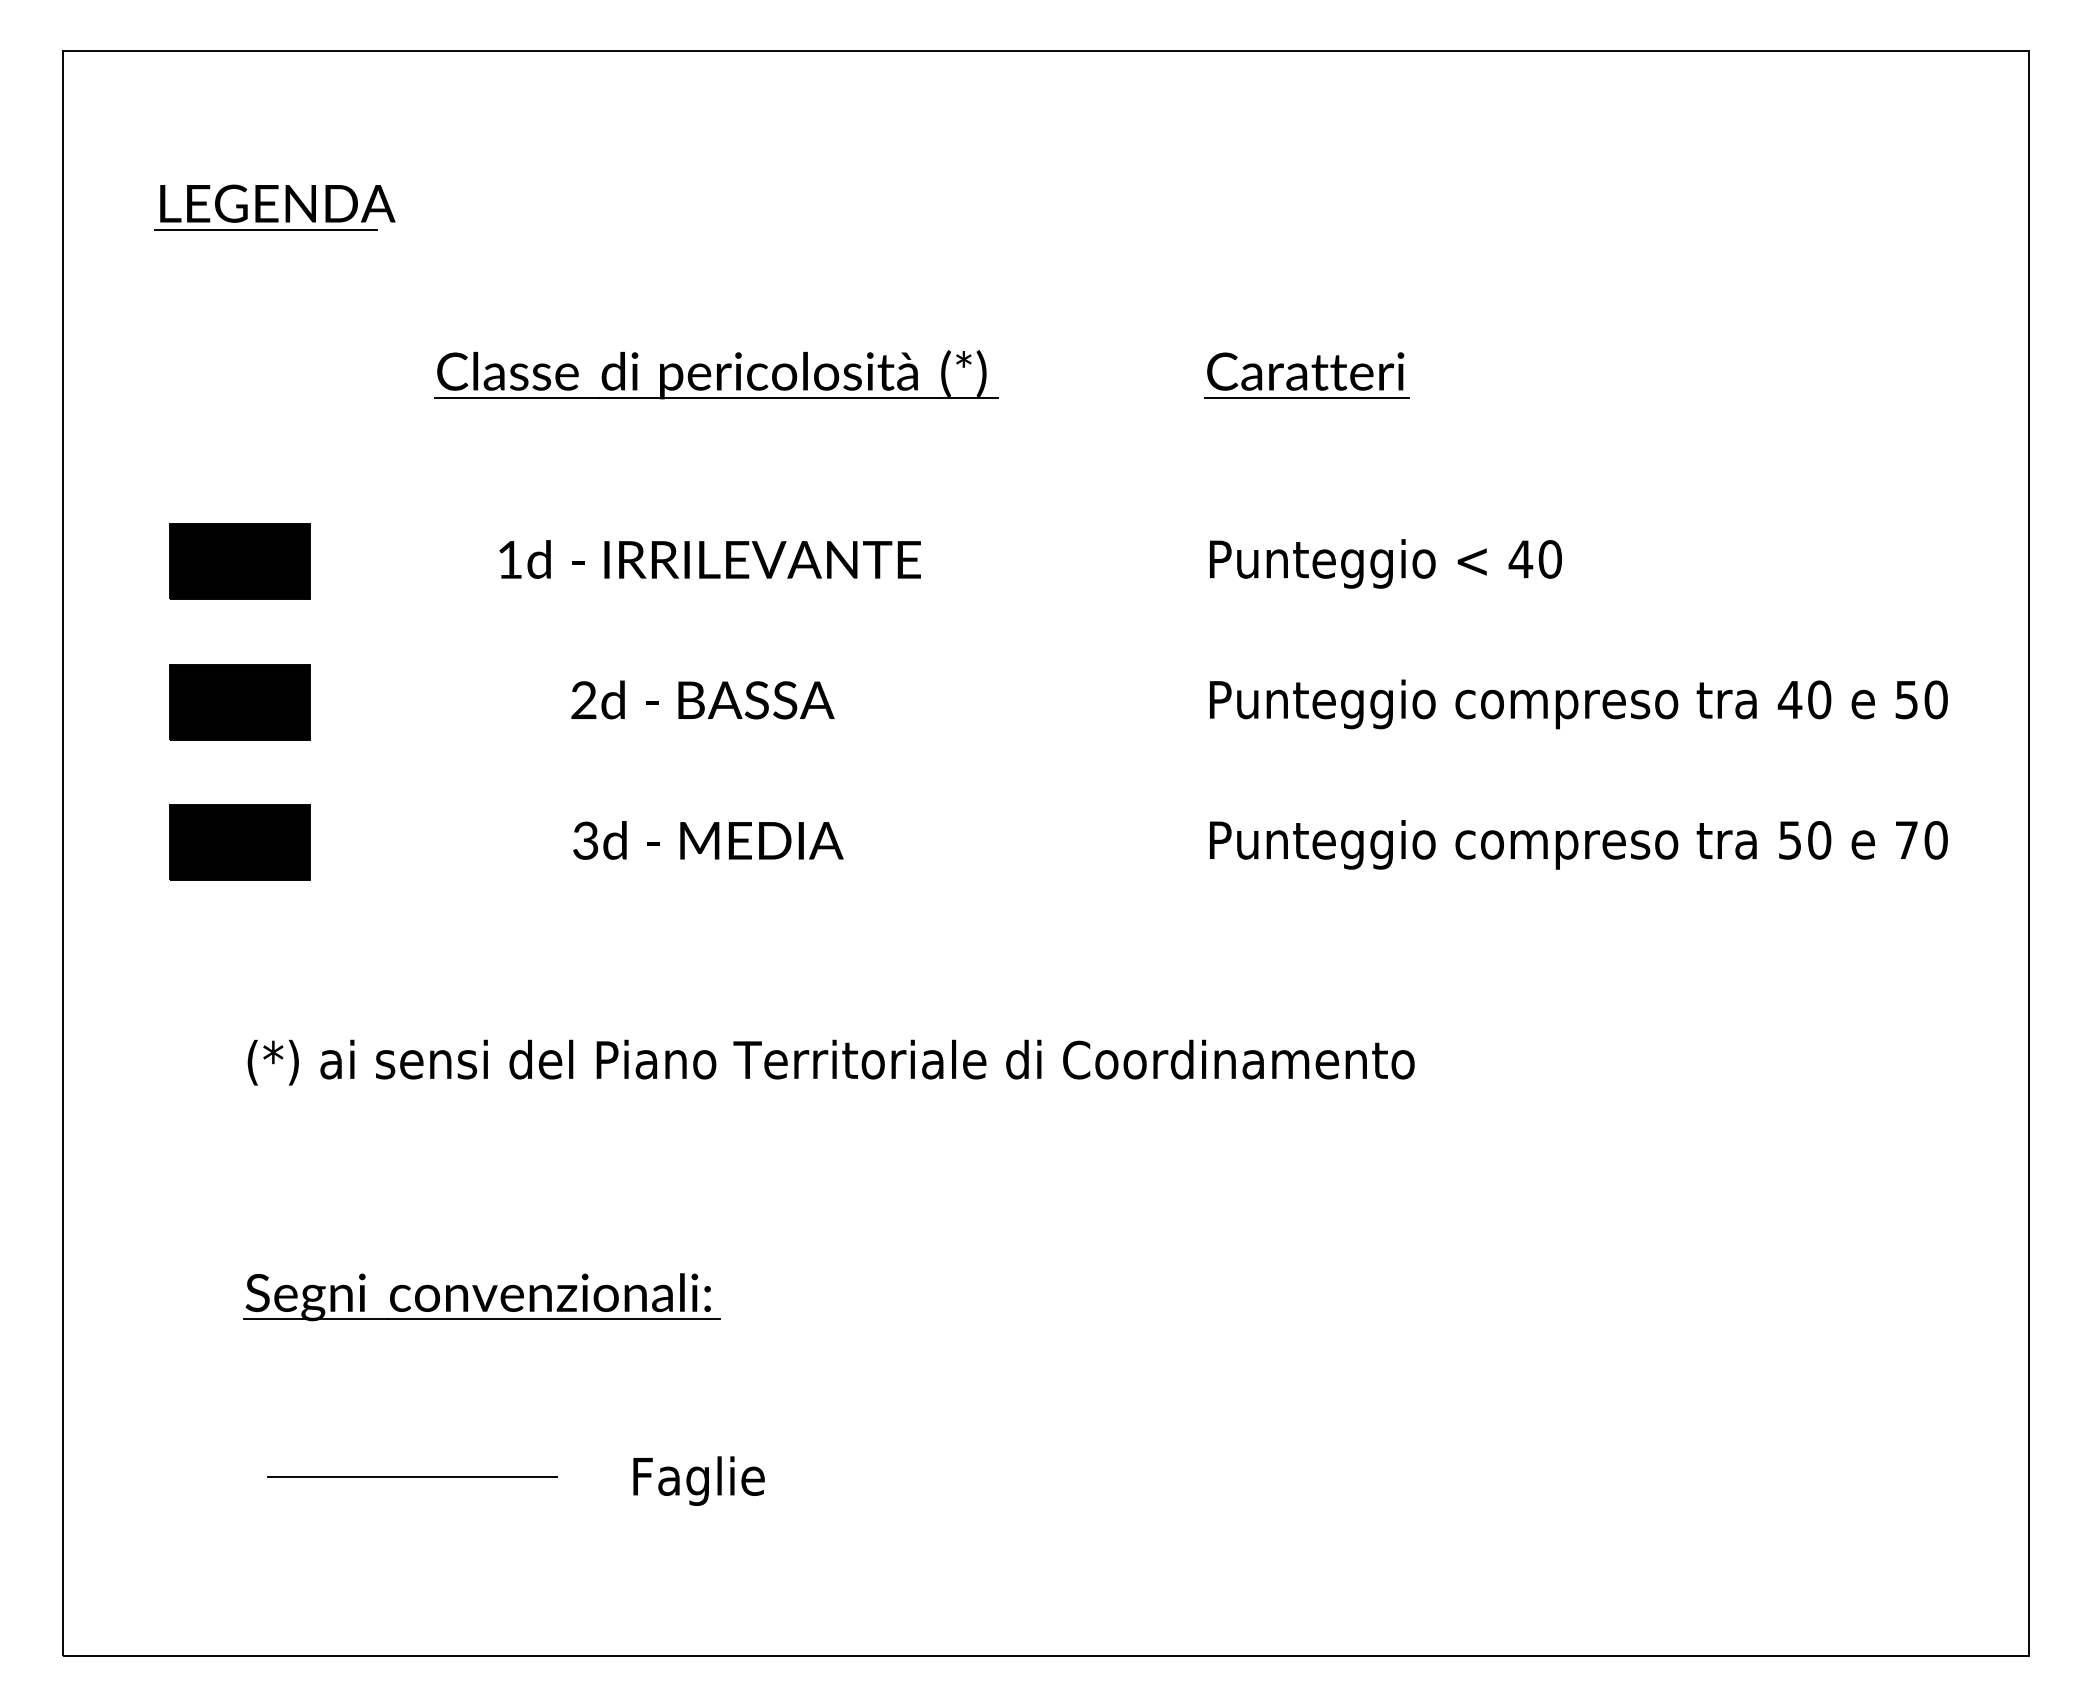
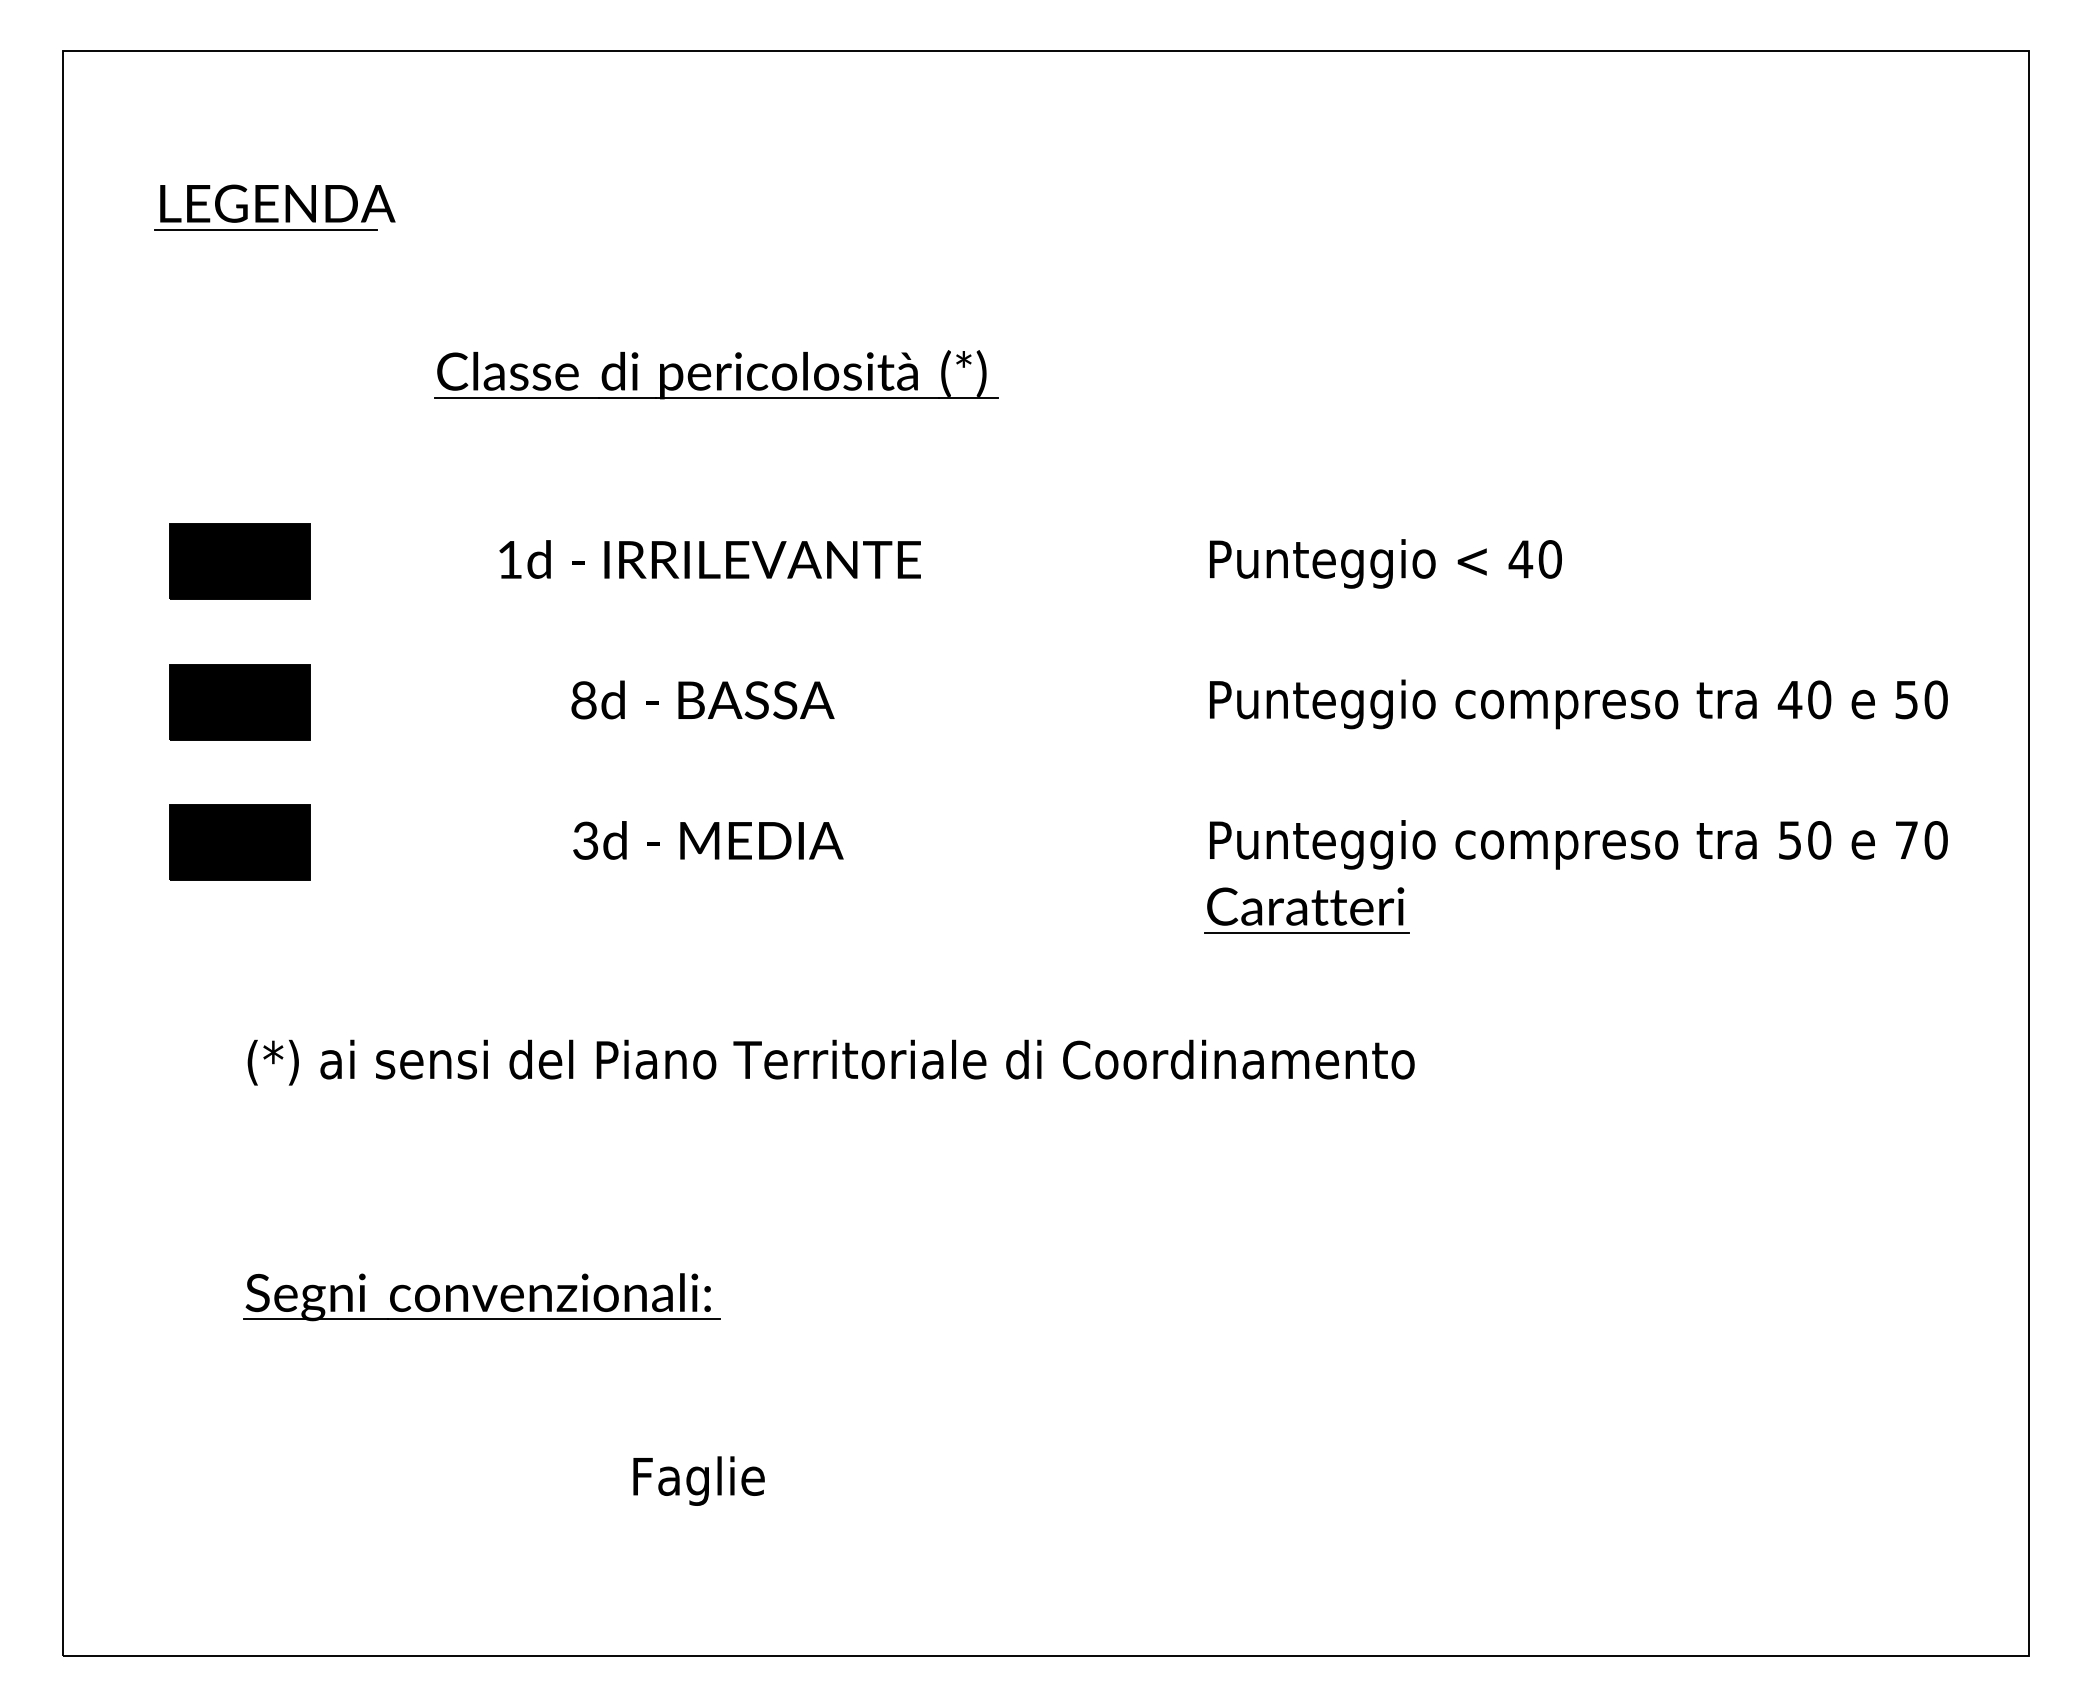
part at (1306, 375) position: (1306, 375) -> (1306, 910)
text at (583, 700): 2d -> 8d
line at (412, 1477): present -> none
